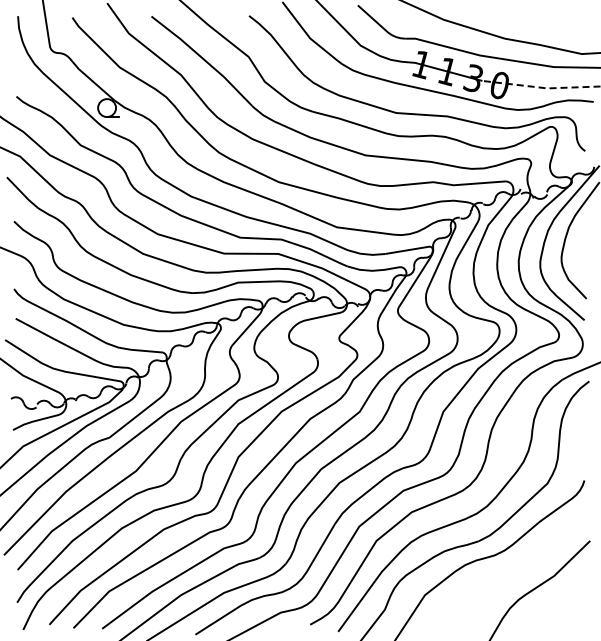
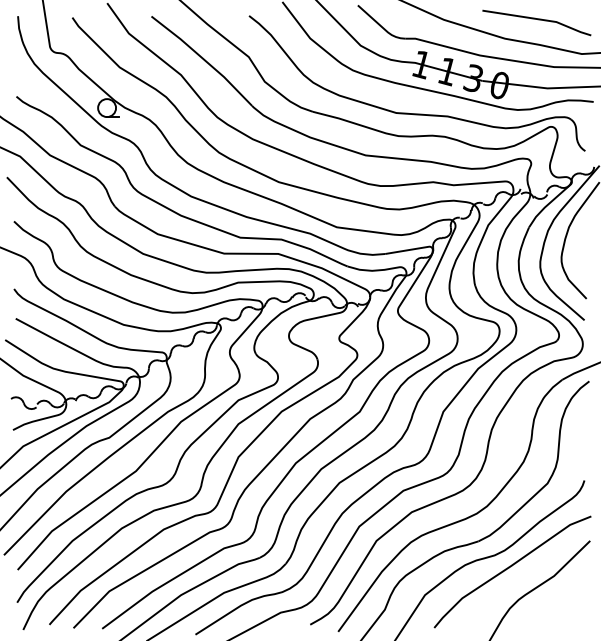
line at (538, 20): none -> present
line at (541, 87): dashed -> solid
curve at (509, 568): none -> present
